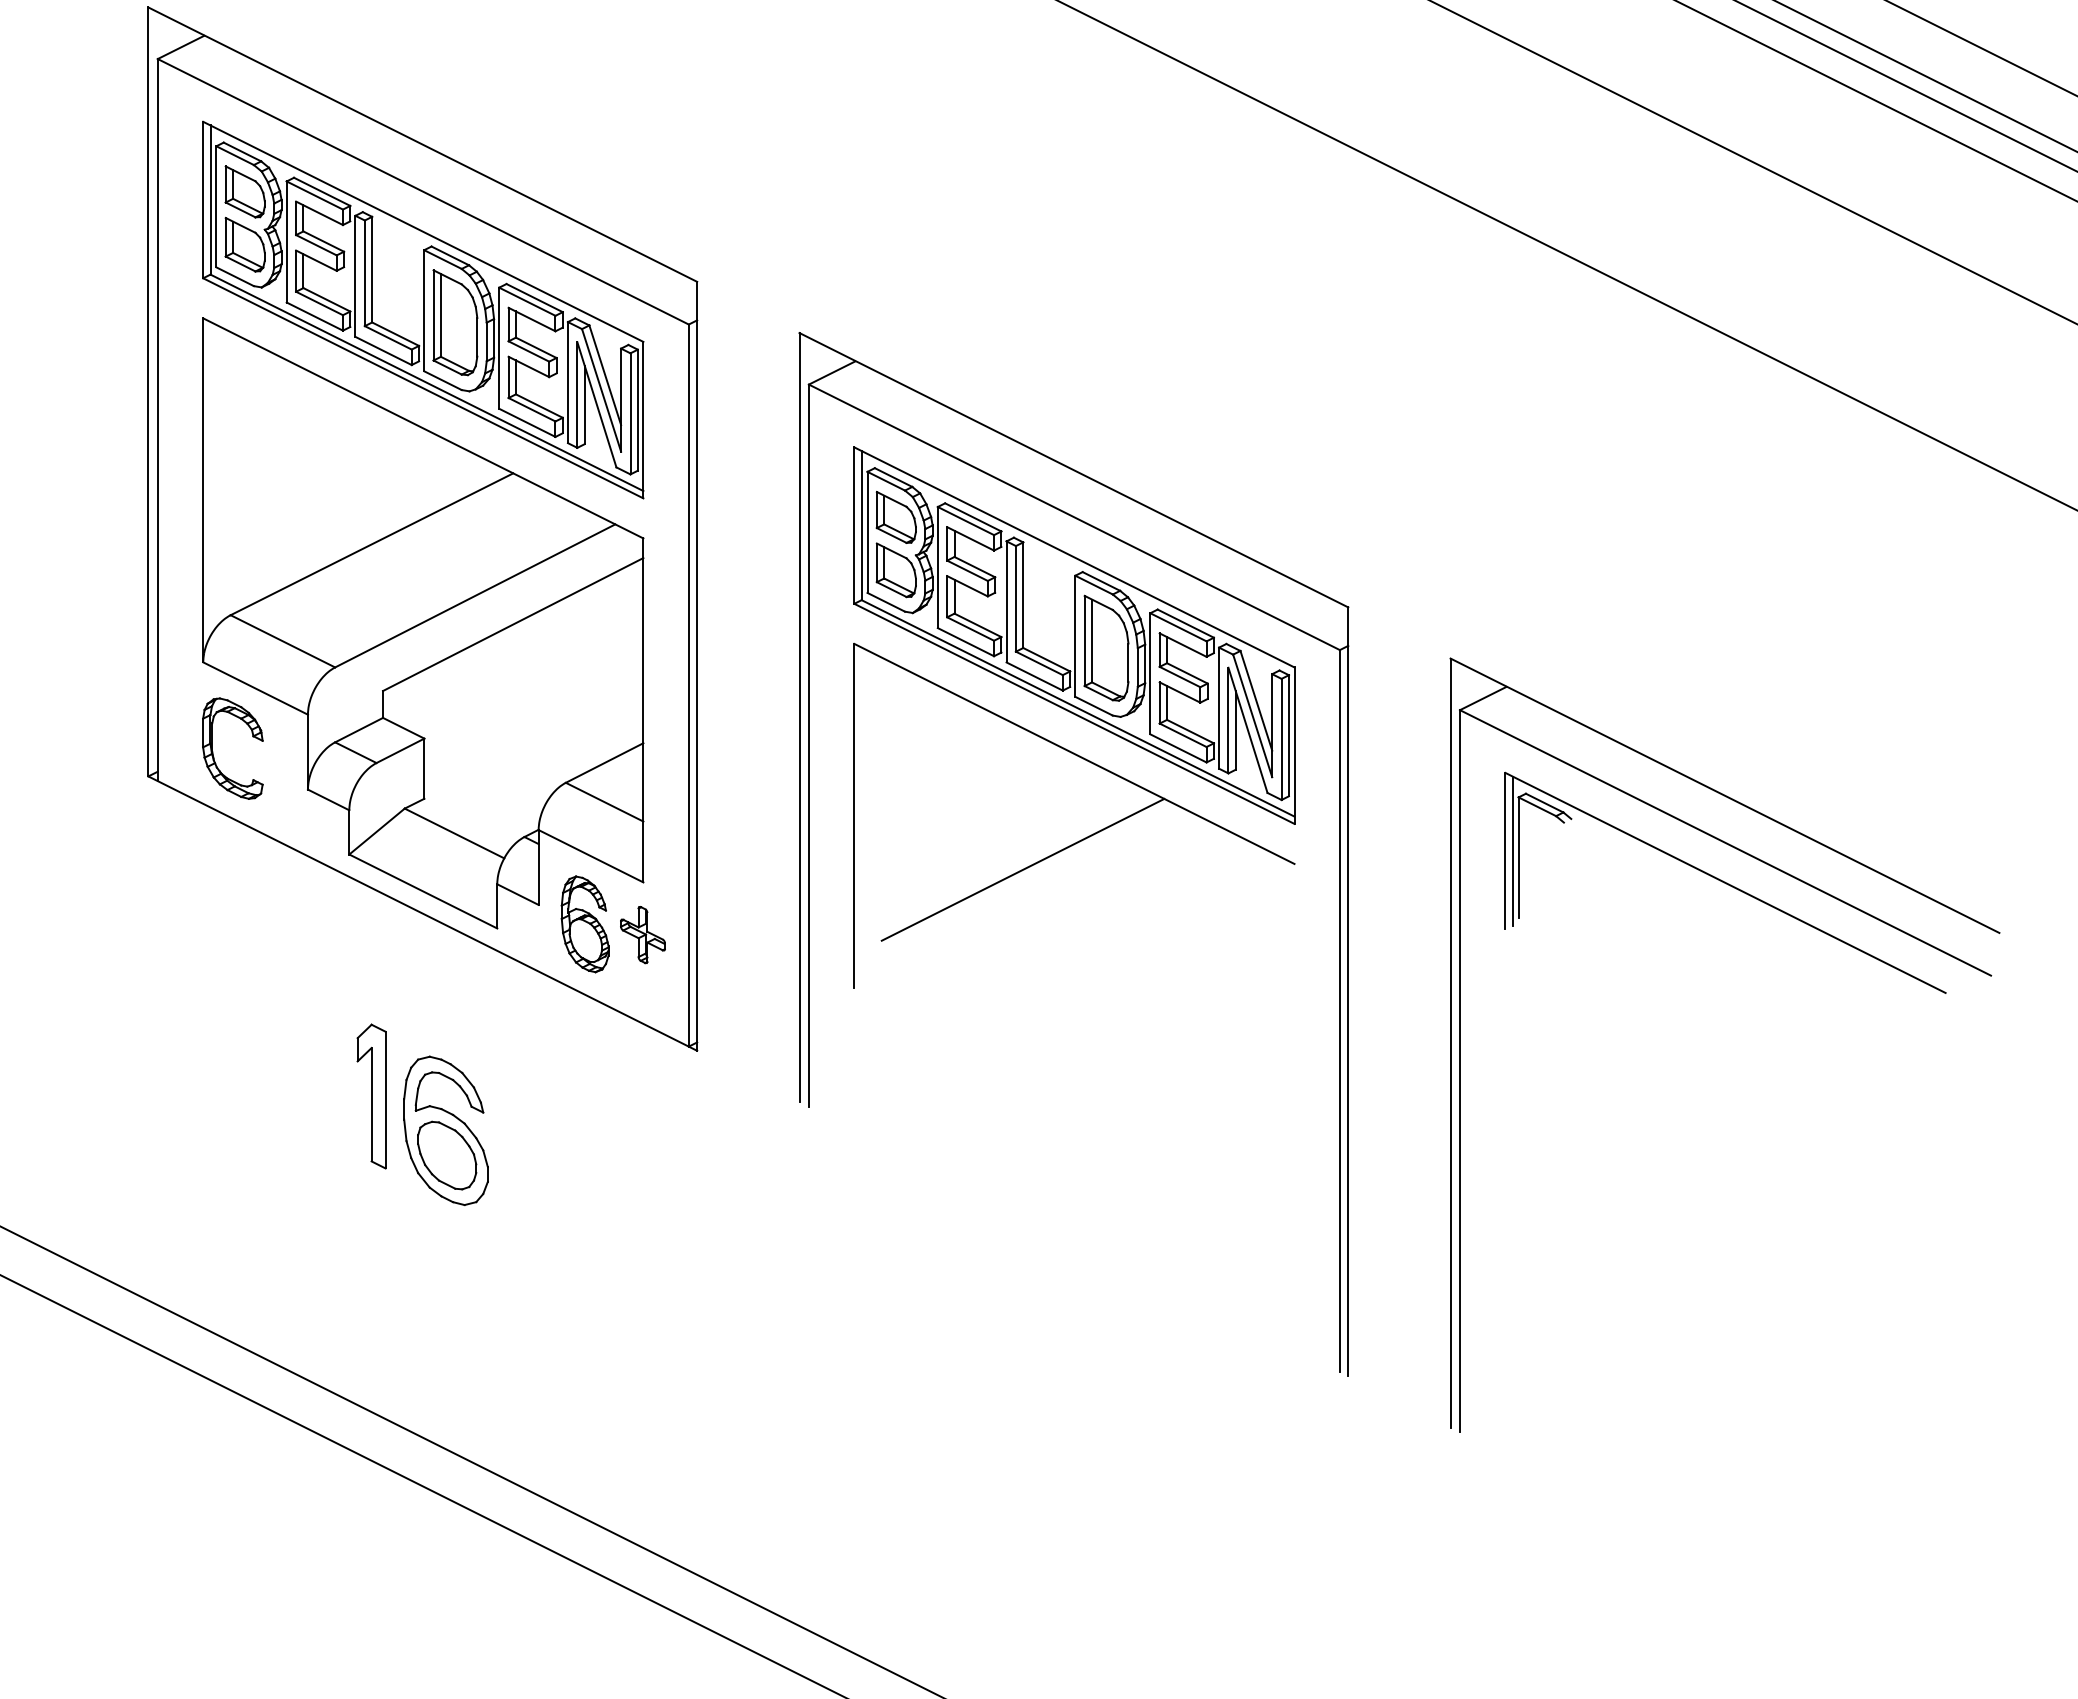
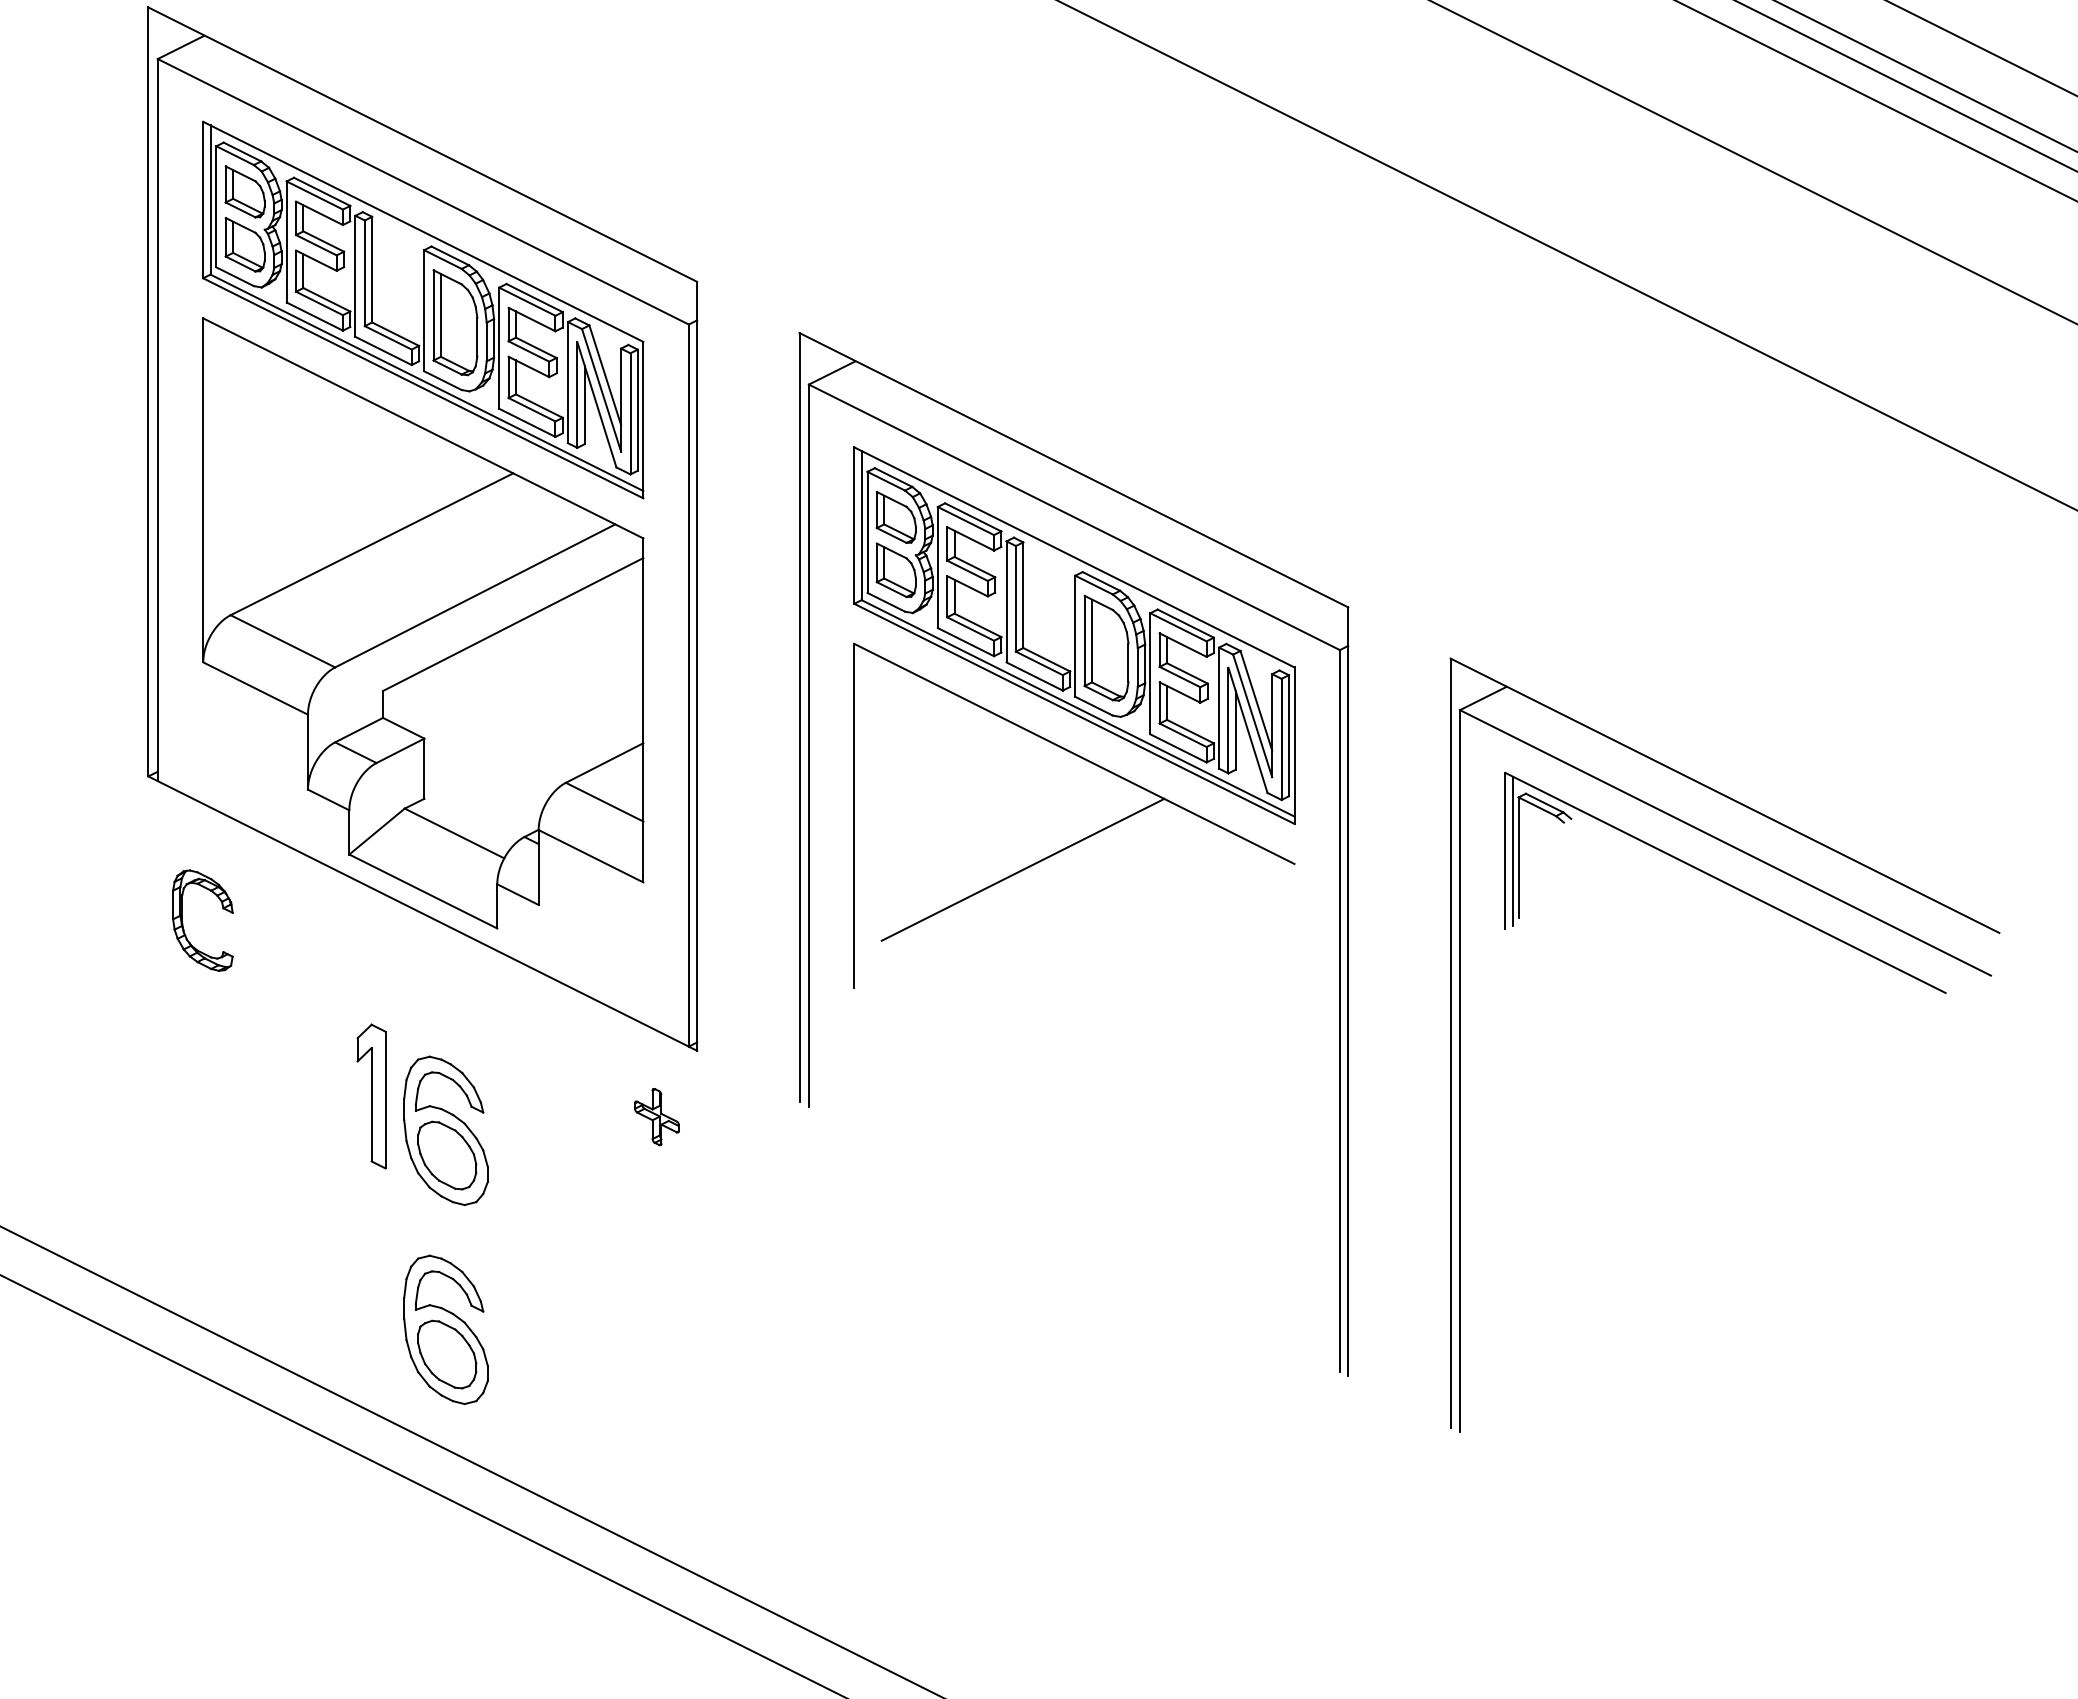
part at (213, 751) position: (213, 751) -> (183, 923)
part at (584, 924): present -> none
part at (642, 935) position: (642, 935) -> (656, 1117)
part at (445, 1329): none -> present
